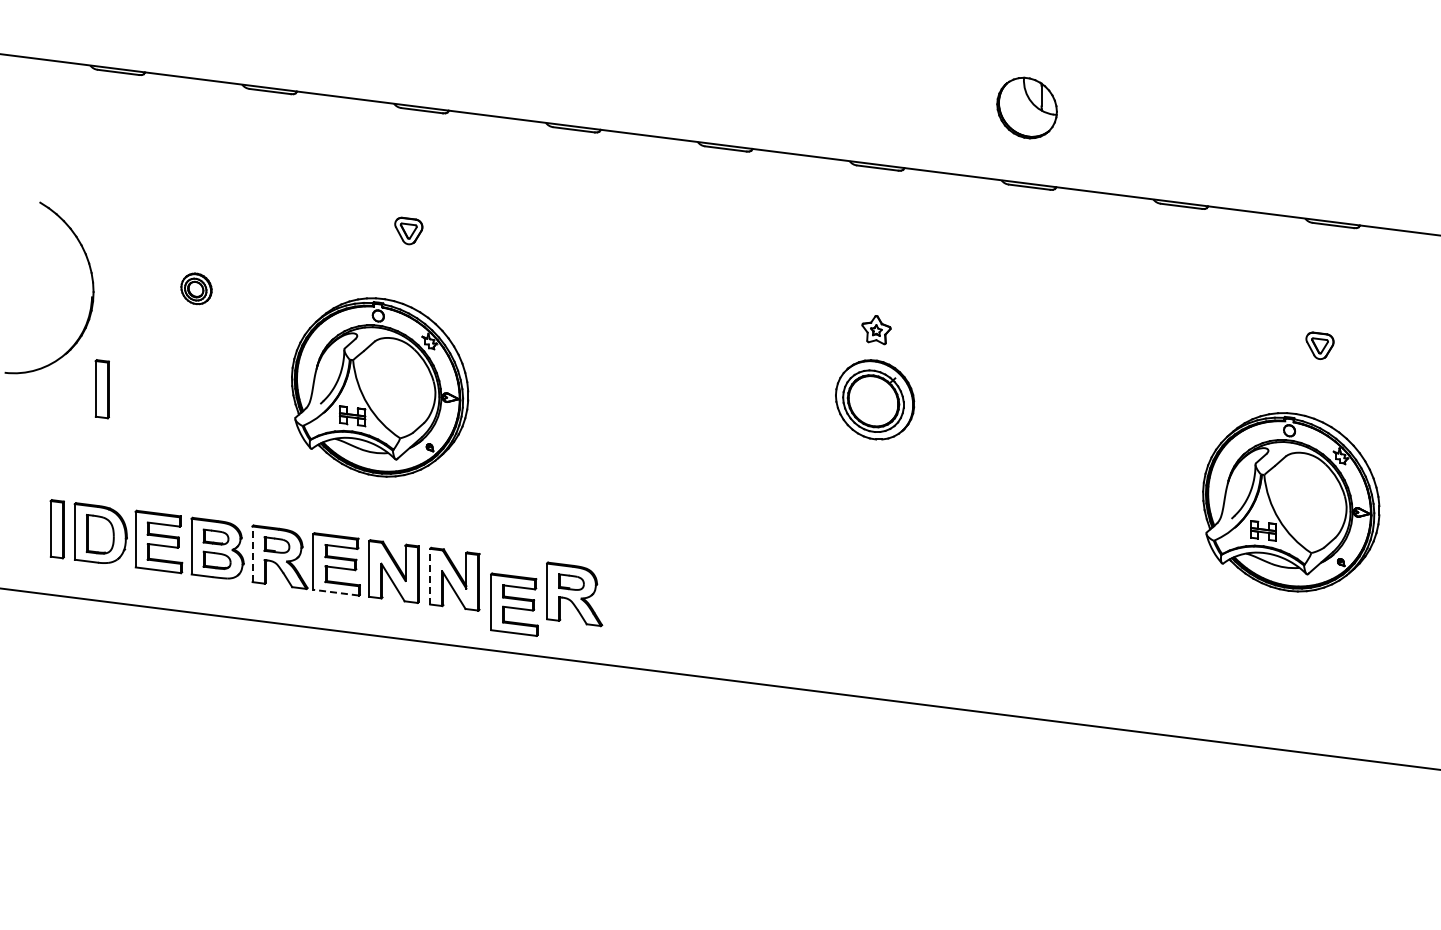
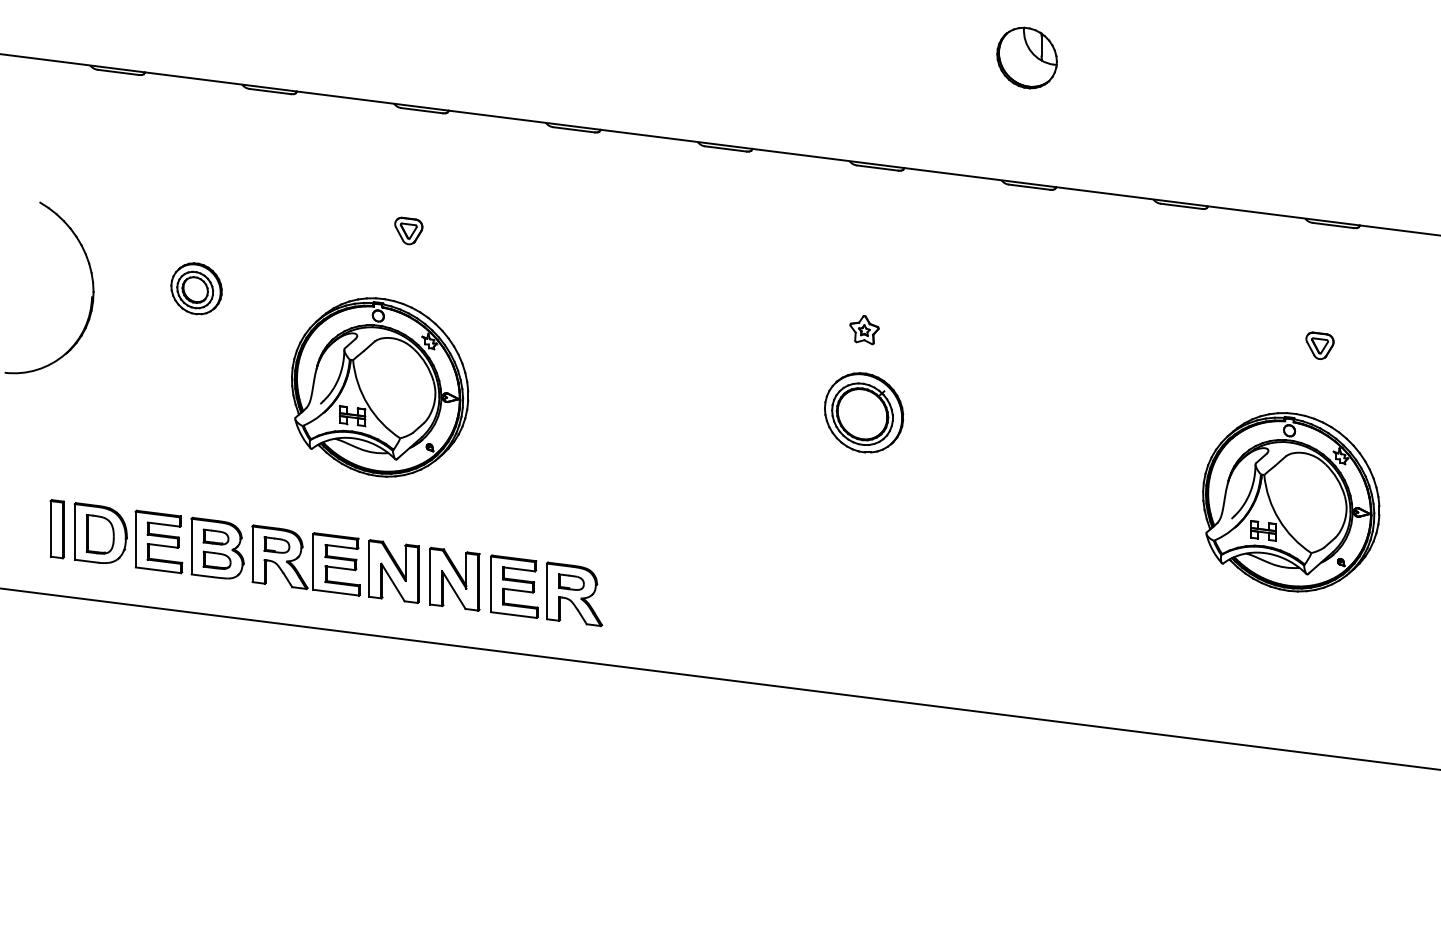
part at (1026, 107) position: (1026, 107) -> (1026, 57)
part at (196, 288) size: 33x34 px -> 53x54 px
part at (876, 330) position: (876, 330) -> (864, 330)
part at (101, 389): present -> none
part at (875, 399) position: (875, 399) -> (864, 412)
line at (252, 554): dashed -> solid
line at (430, 576): dashed -> solid
line at (336, 592): dashed -> solid
part at (514, 604) position: (514, 604) -> (514, 586)
